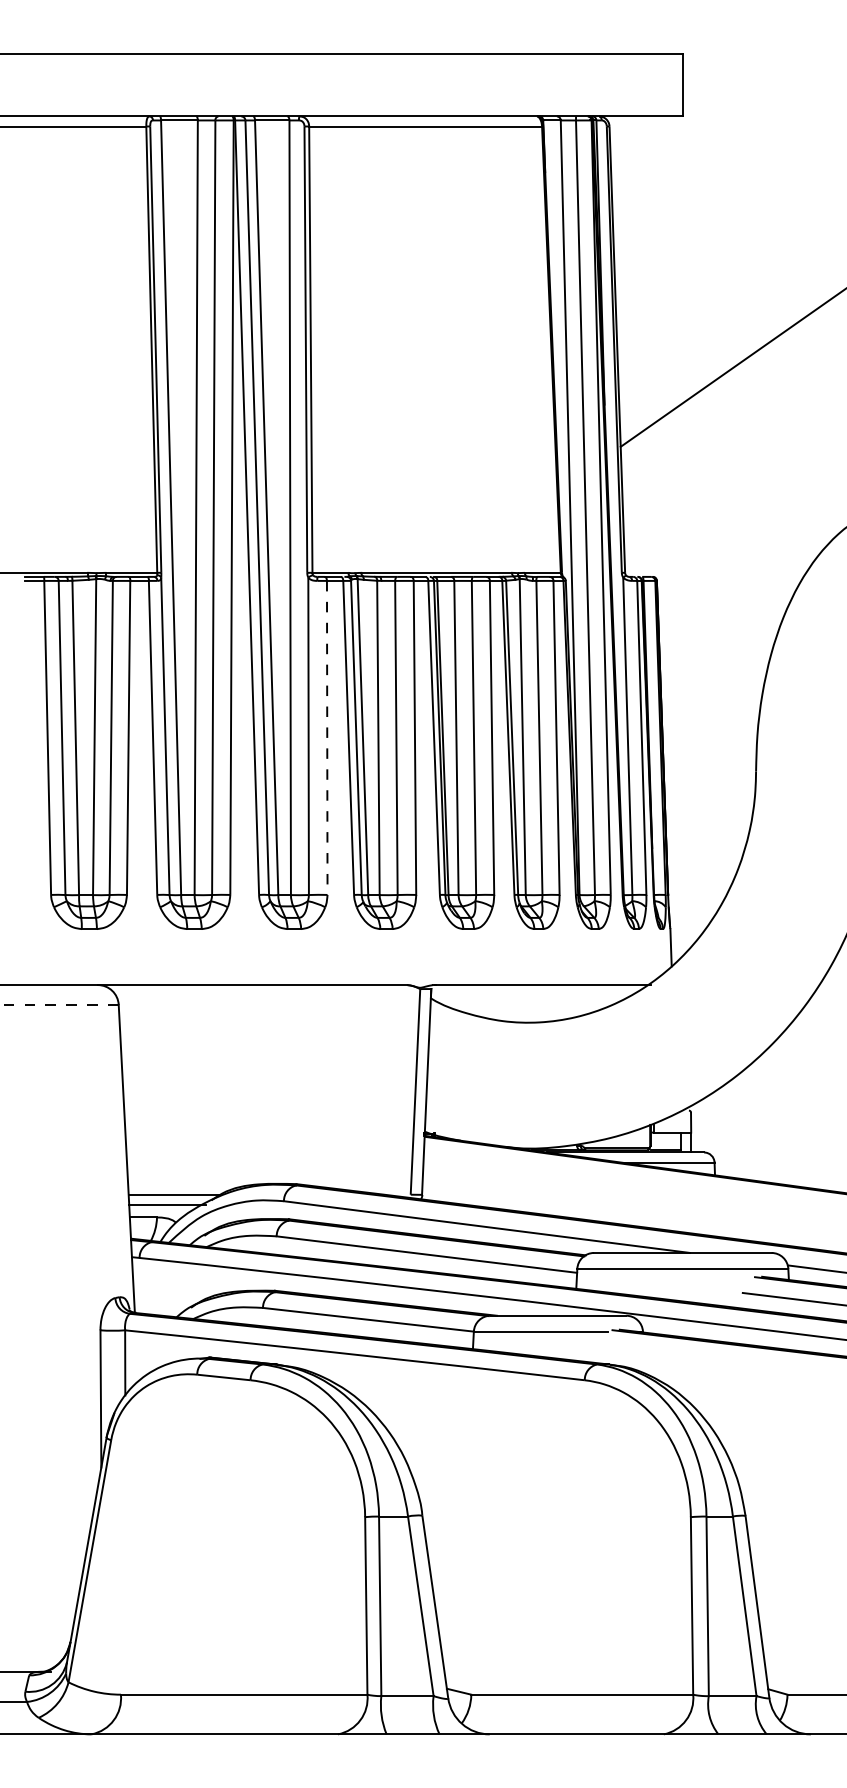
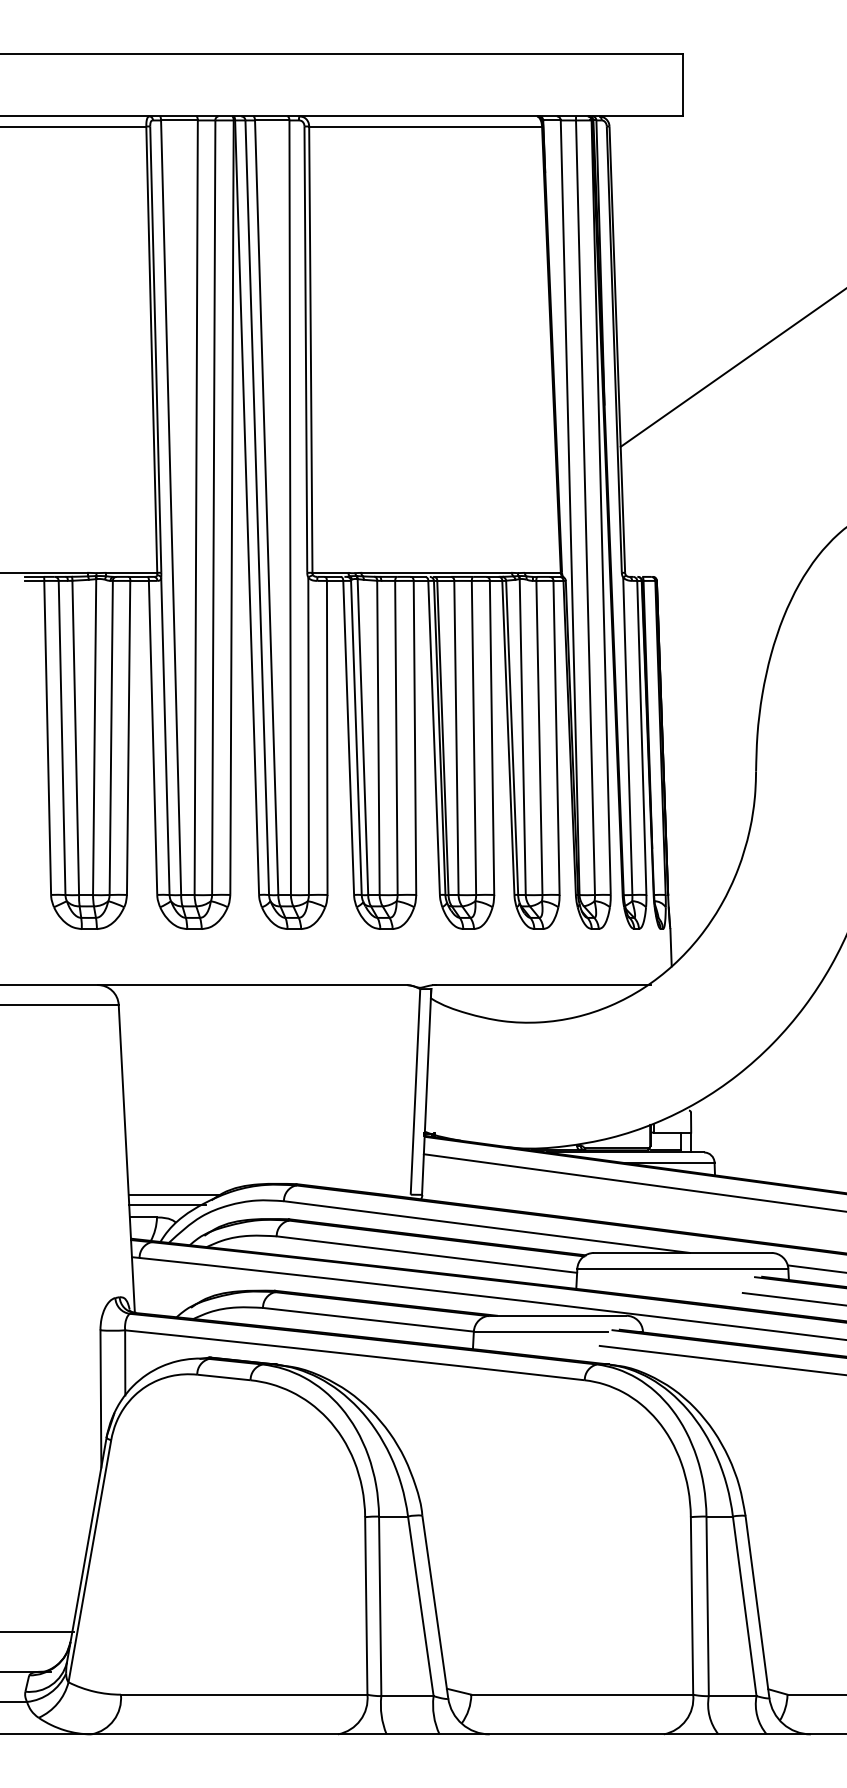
line at (327, 738): dashed -> solid
line at (58, 1004): dashed -> solid
line at (633, 1182): none -> present
line at (721, 1359): none -> present
line at (37, 1631): none -> present
